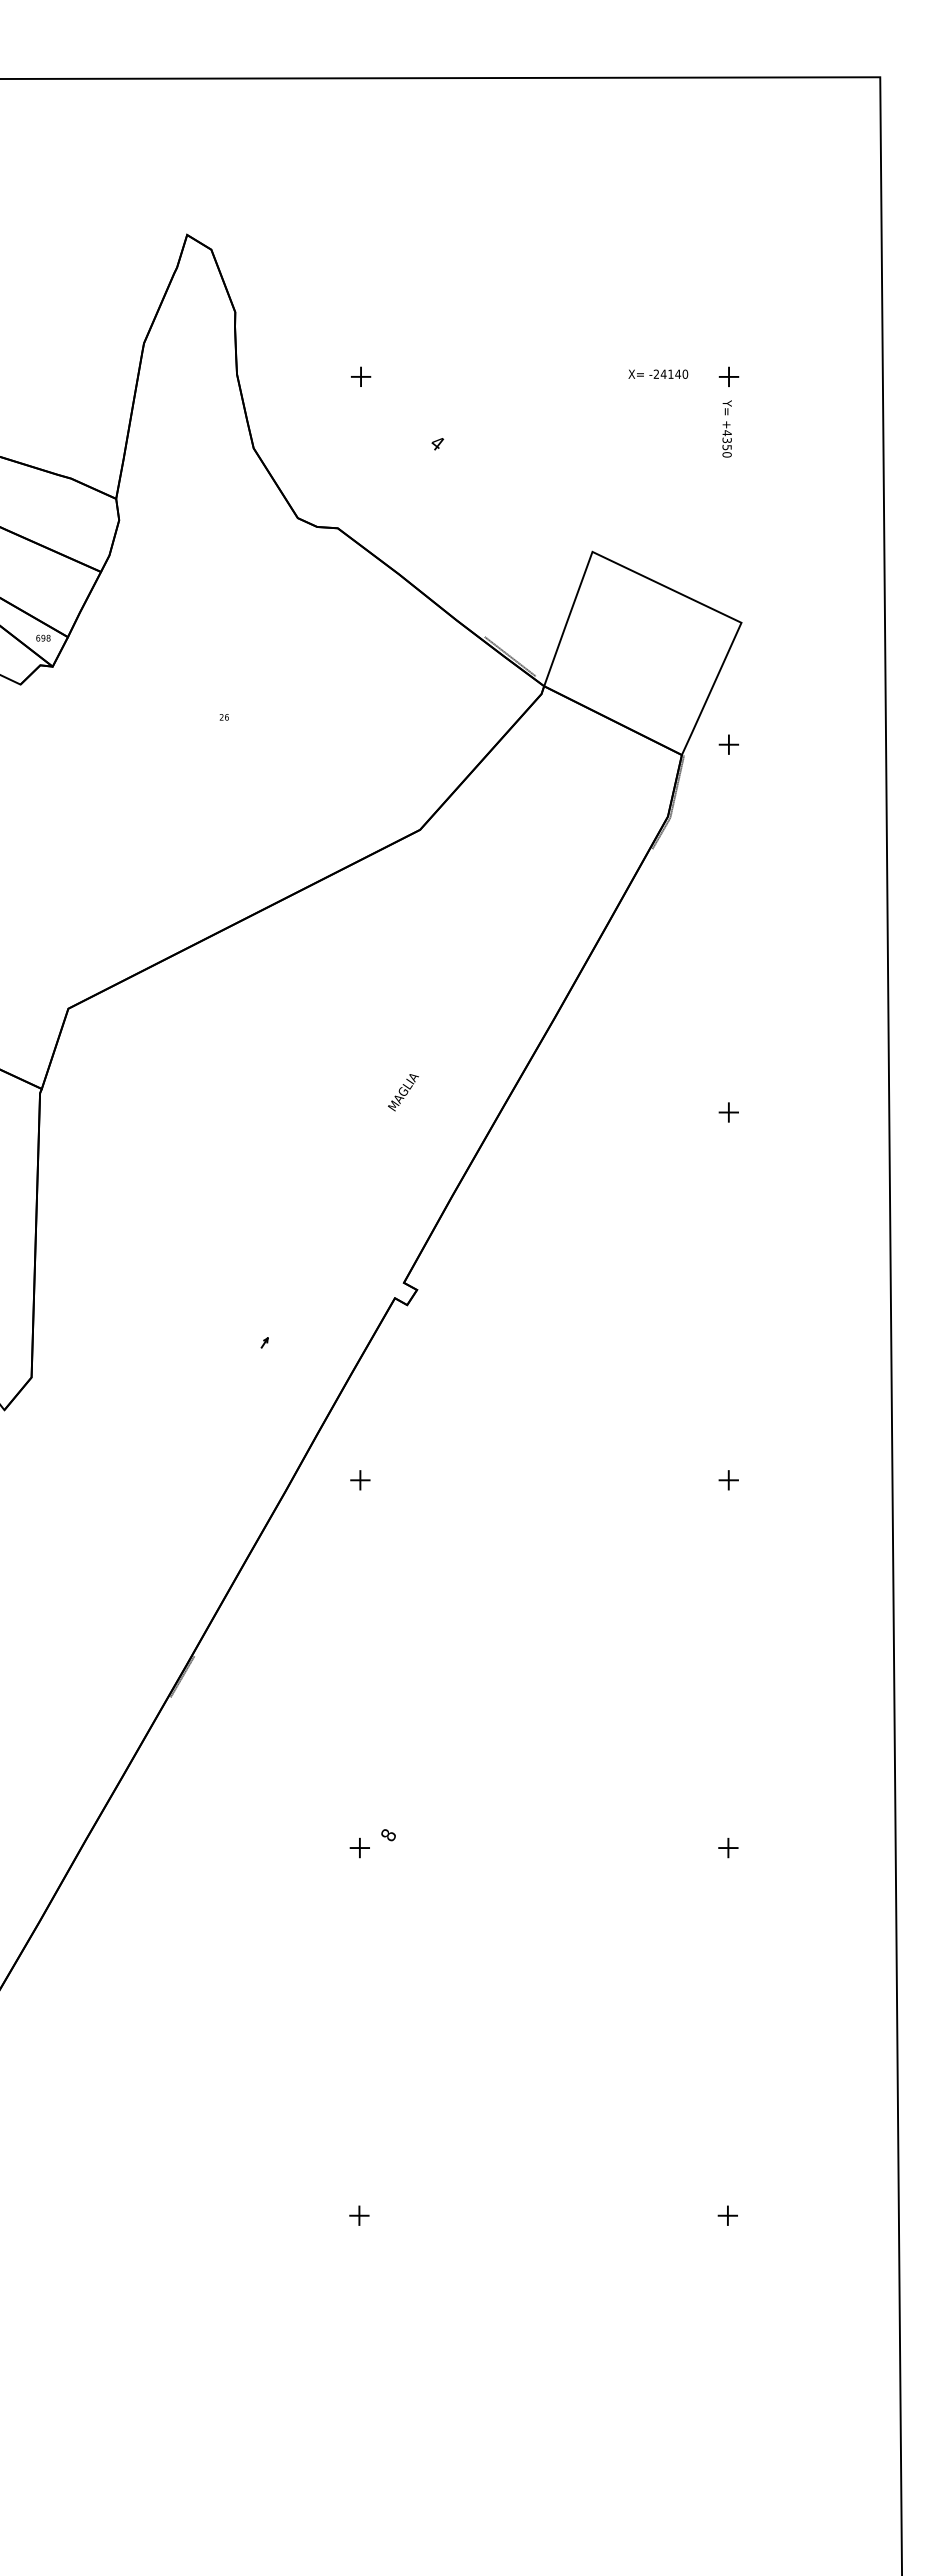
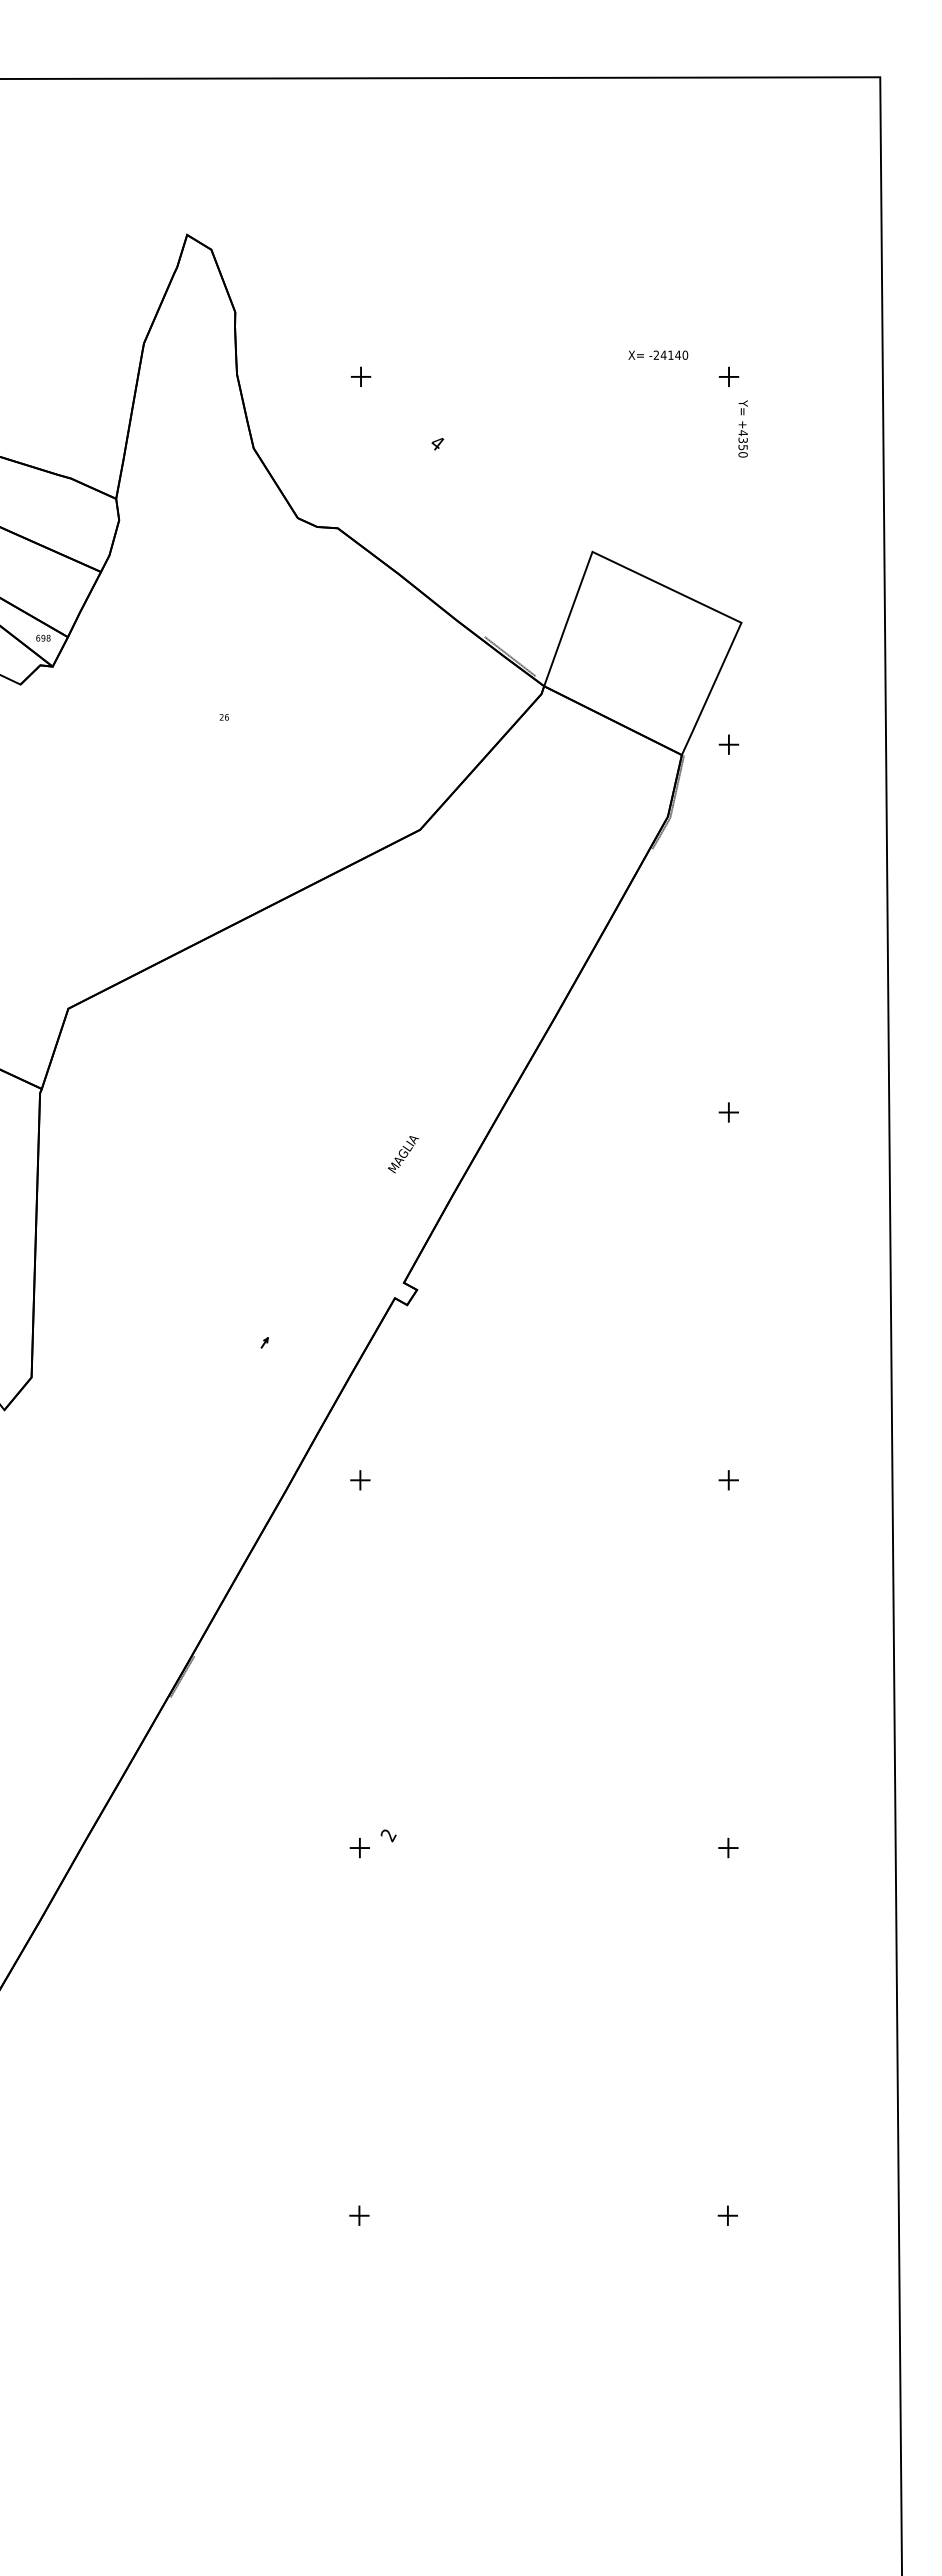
text at (658, 373) position: (658, 373) -> (658, 354)
text at (726, 428) position: (726, 428) -> (742, 428)
text at (403, 1092) position: (403, 1092) -> (403, 1154)
text at (388, 1835): 8 -> 2
